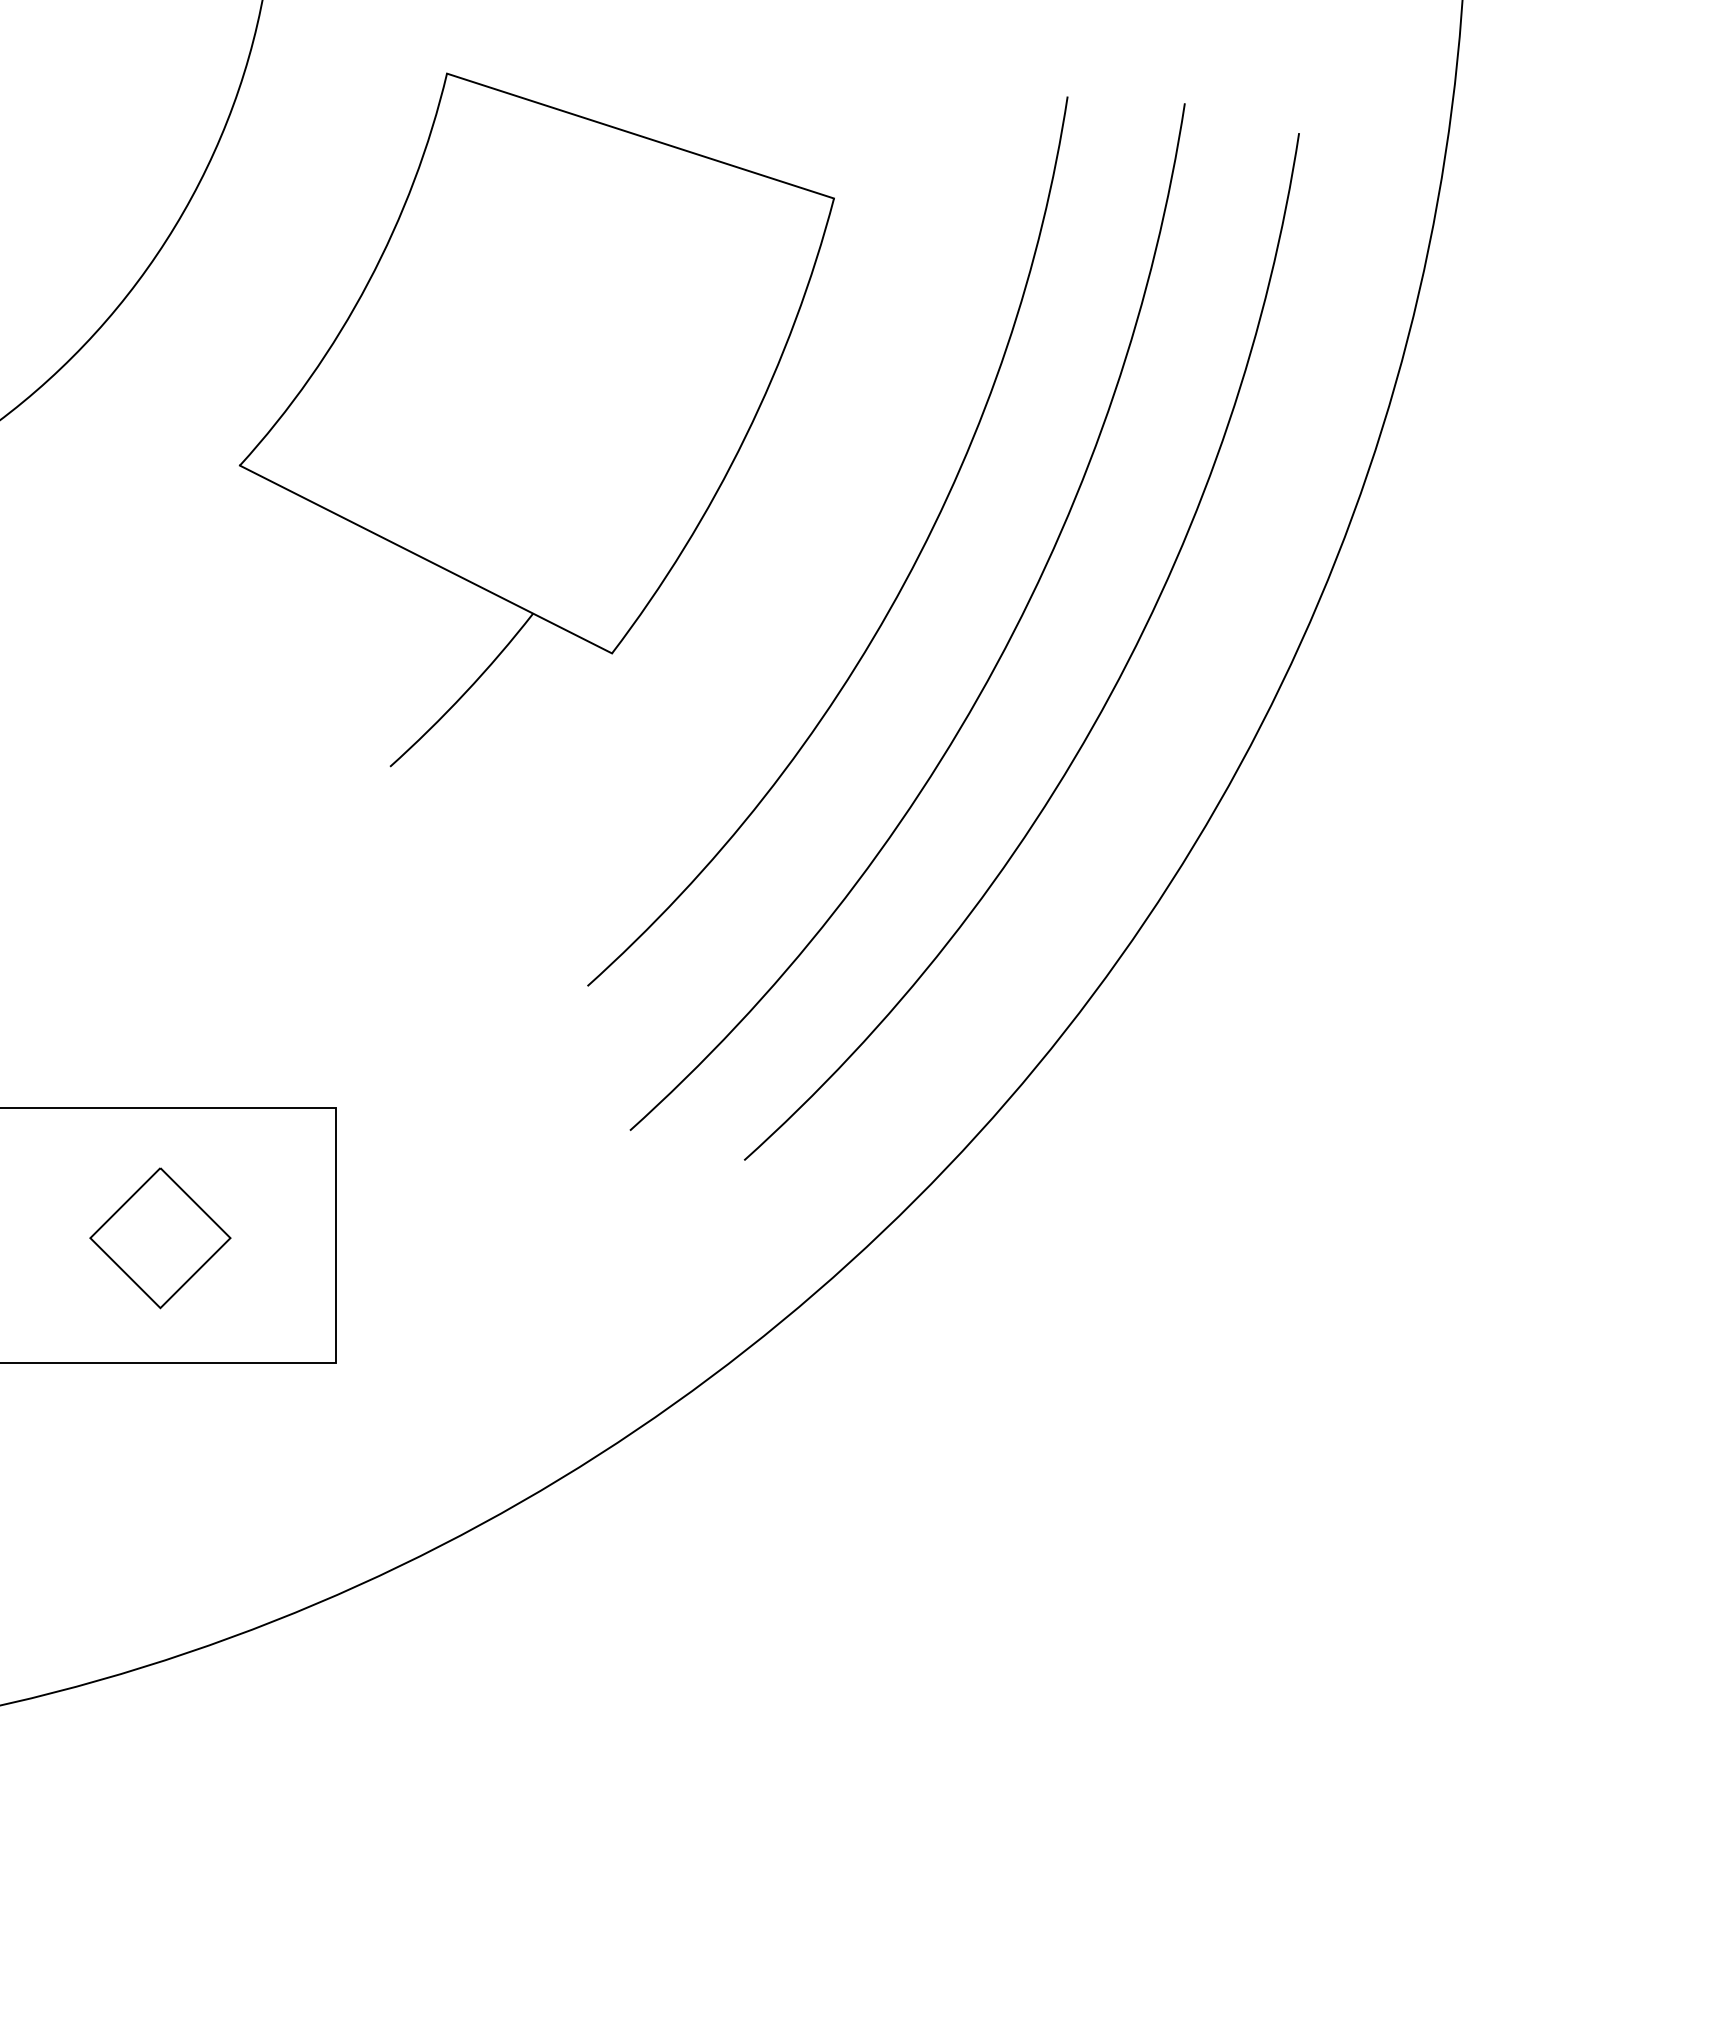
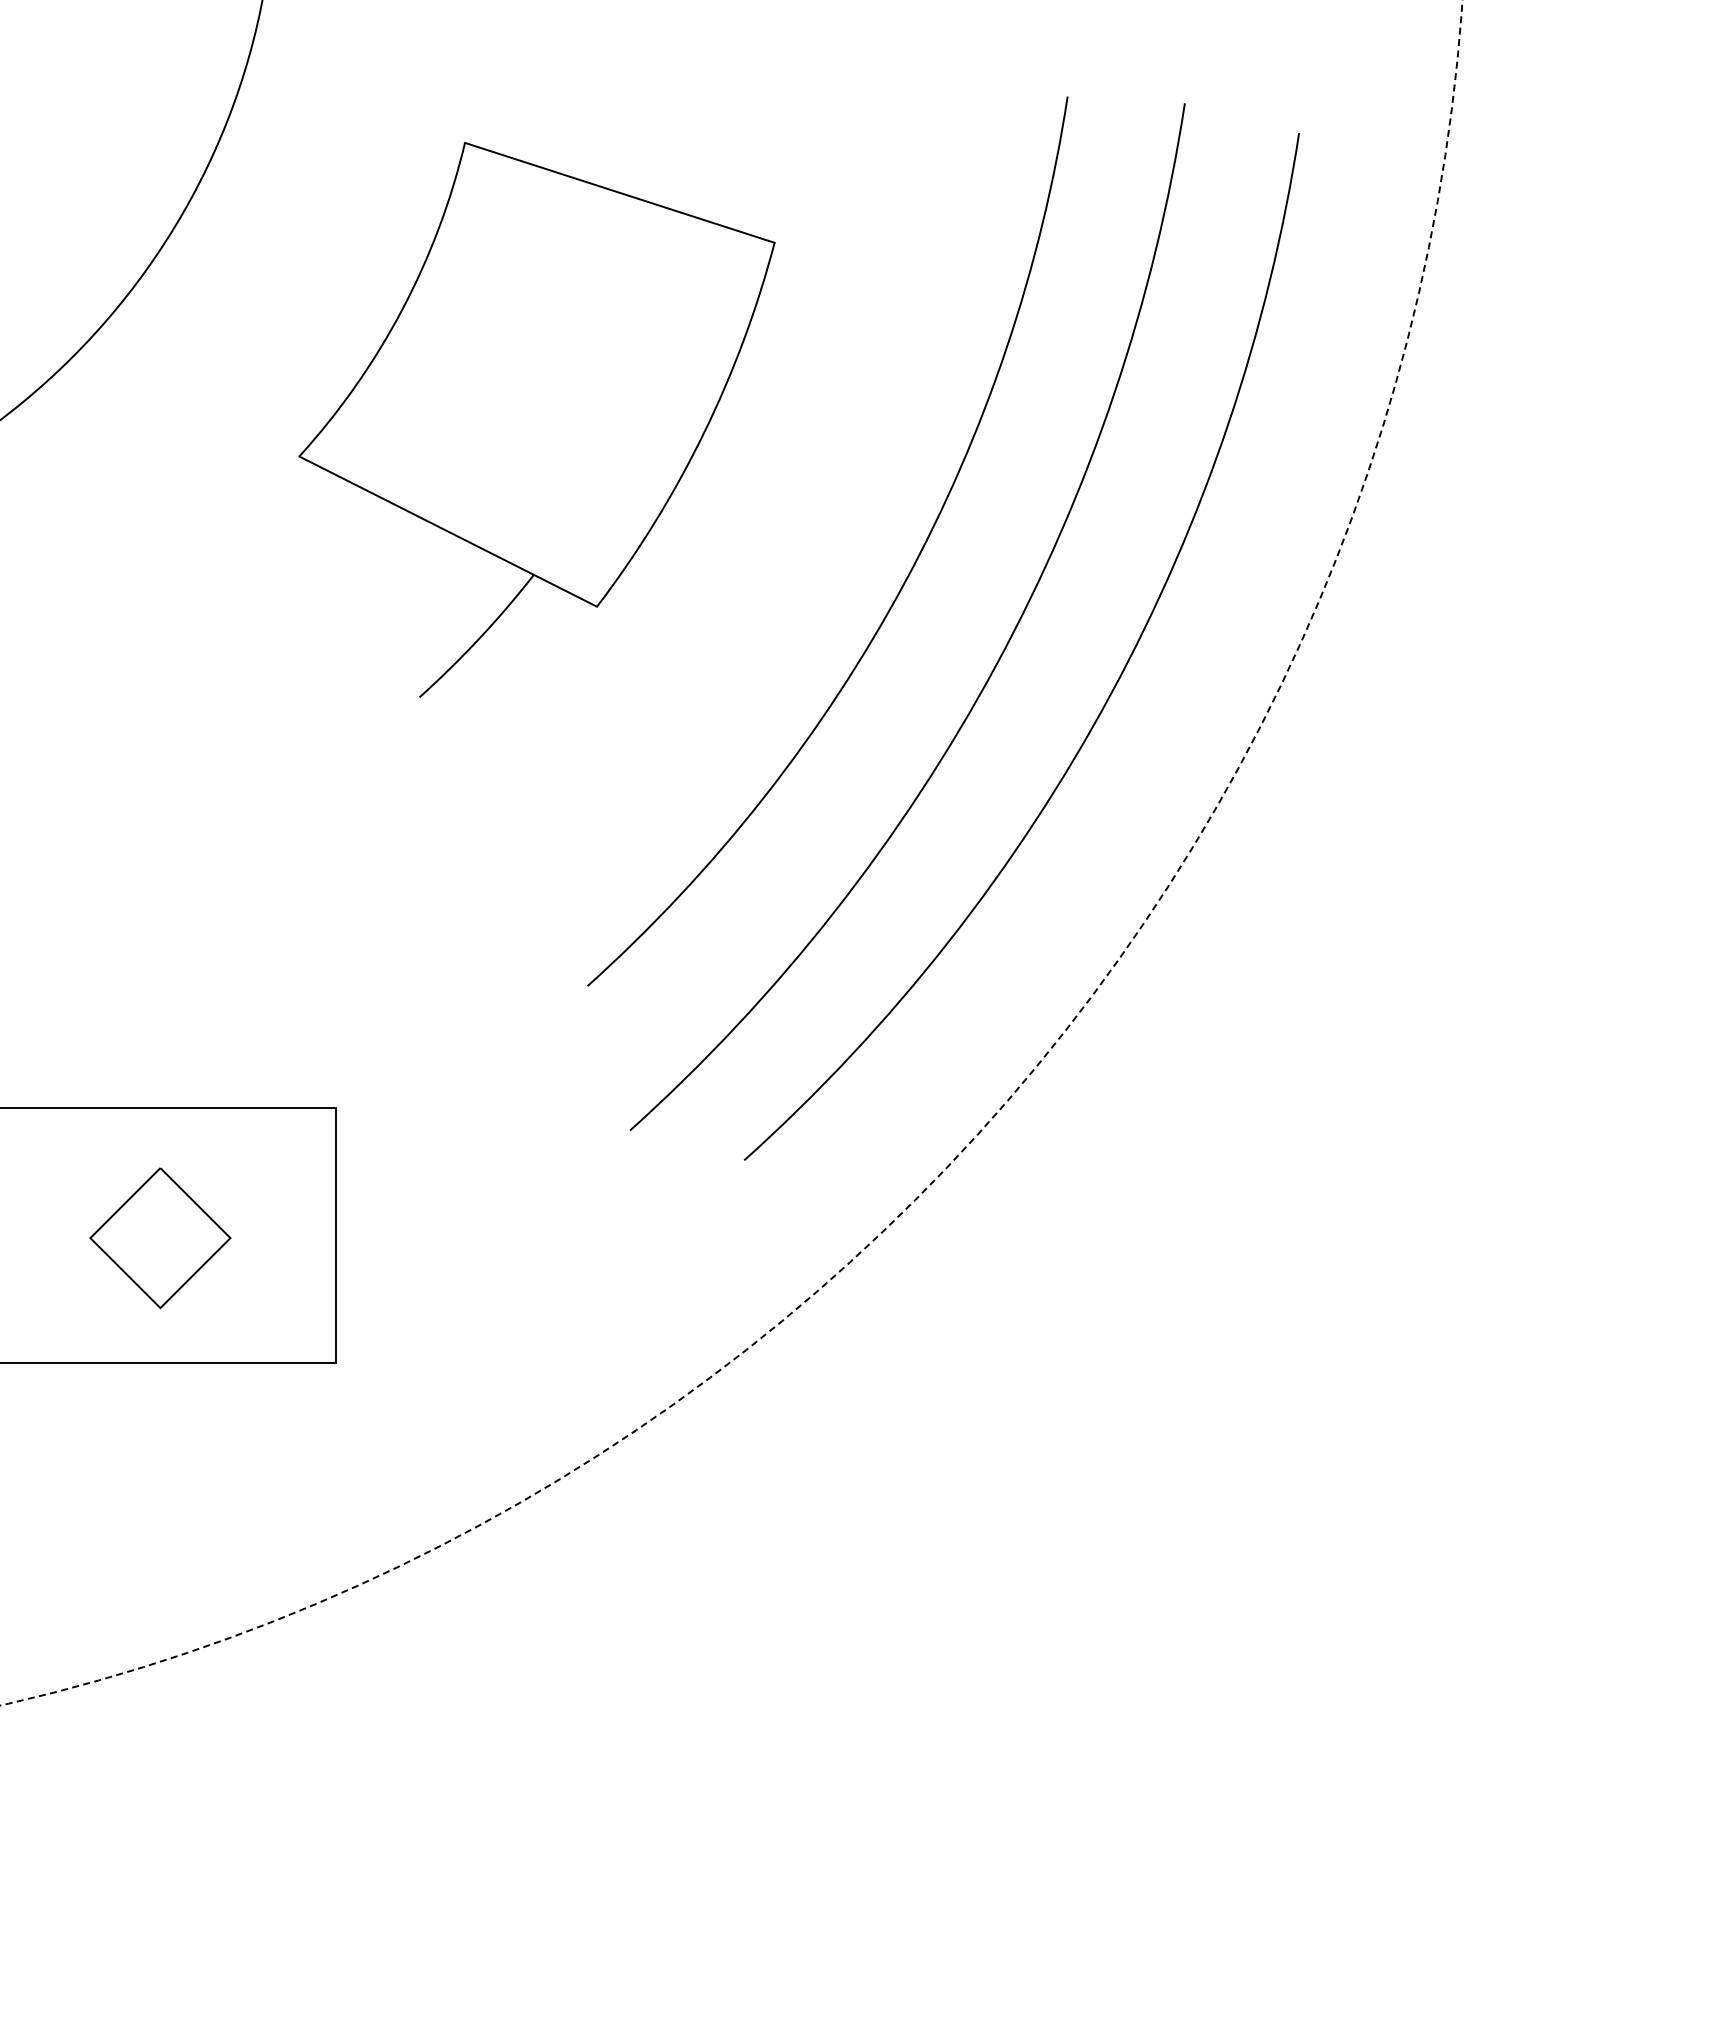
part at (536, 419) size: 596x696 px -> 478x557 px
circle at (731, 852): solid -> dashed
